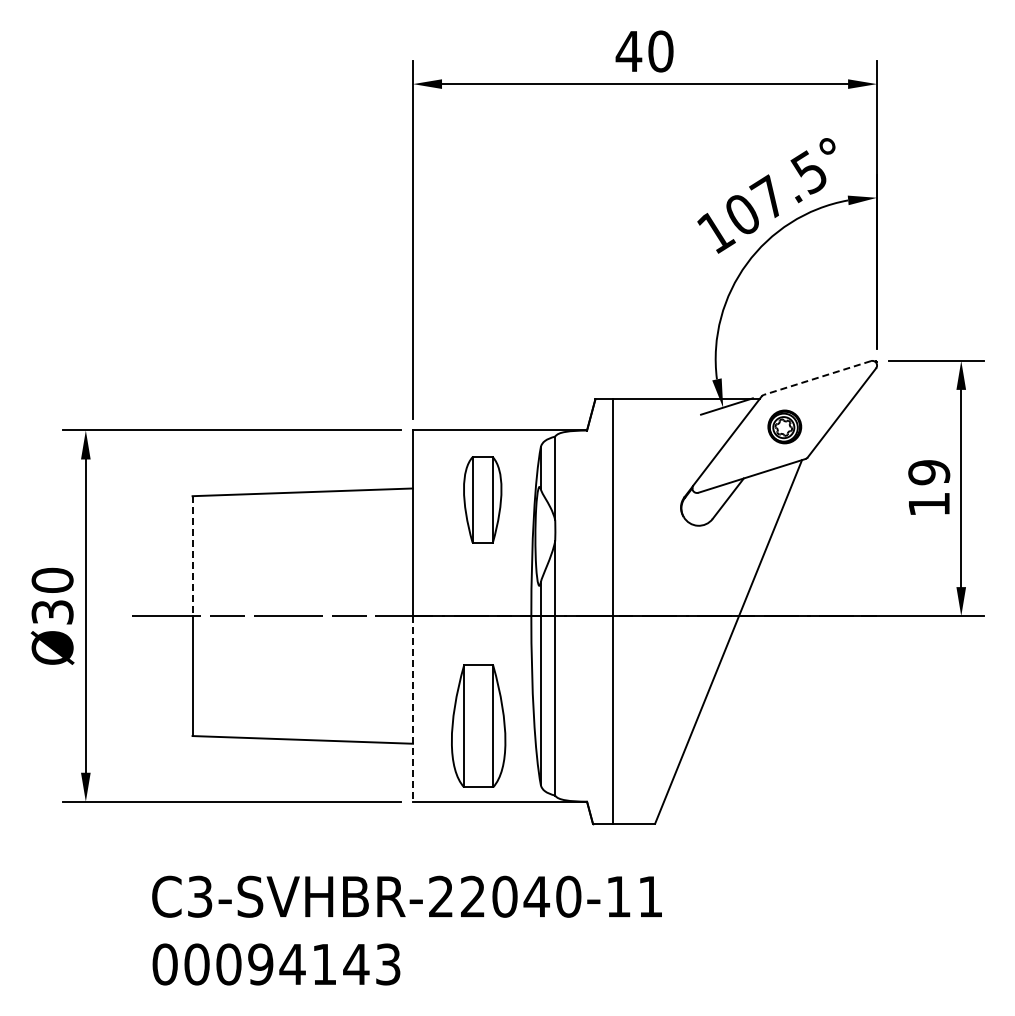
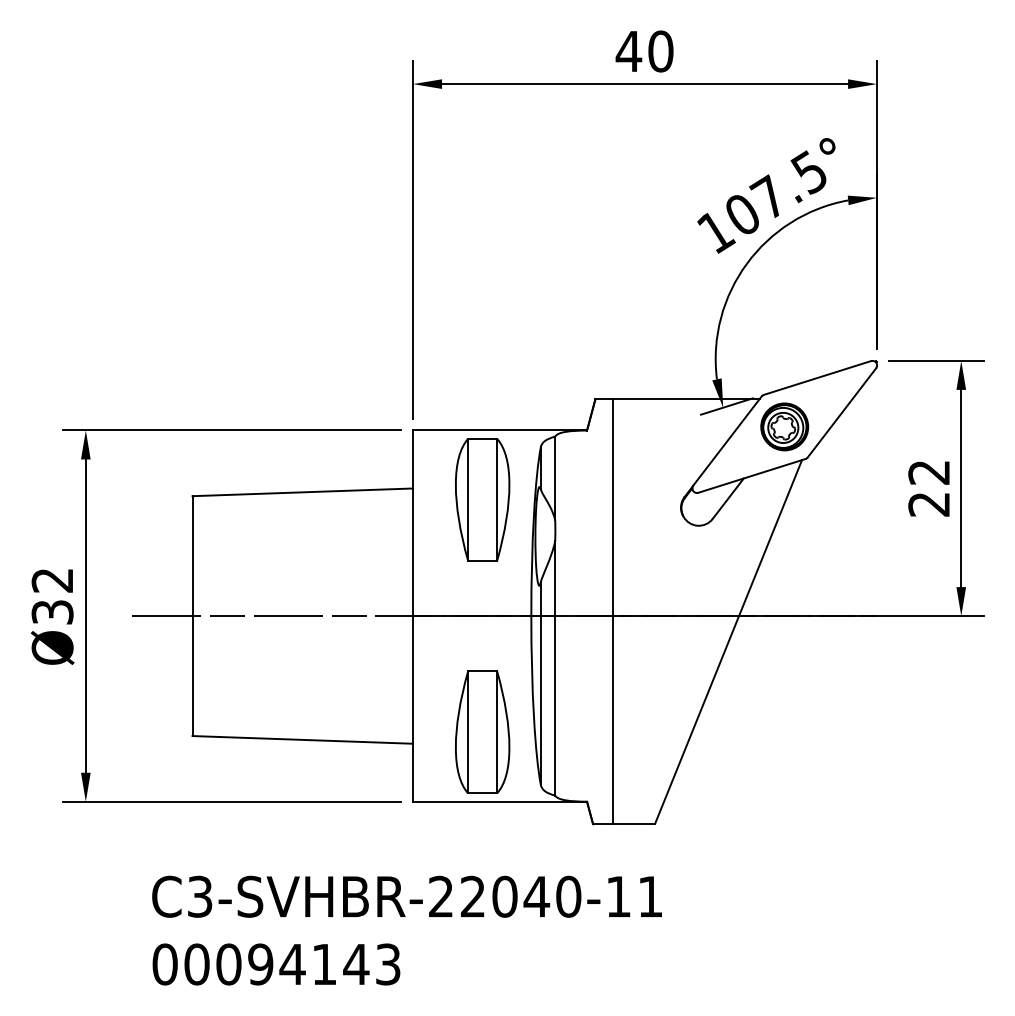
line at (817, 378): dashed -> solid
part at (784, 426) size: 36x36 px -> 50x50 px
text at (929, 488): 19 -> 22
part at (482, 499) size: 40x88 px -> 56x124 px
line at (192, 556): dashed -> solid
text at (52, 579): Ø30 -> Ø32
line at (413, 708): dashed -> solid
part at (478, 725) position: (478, 725) -> (482, 731)
